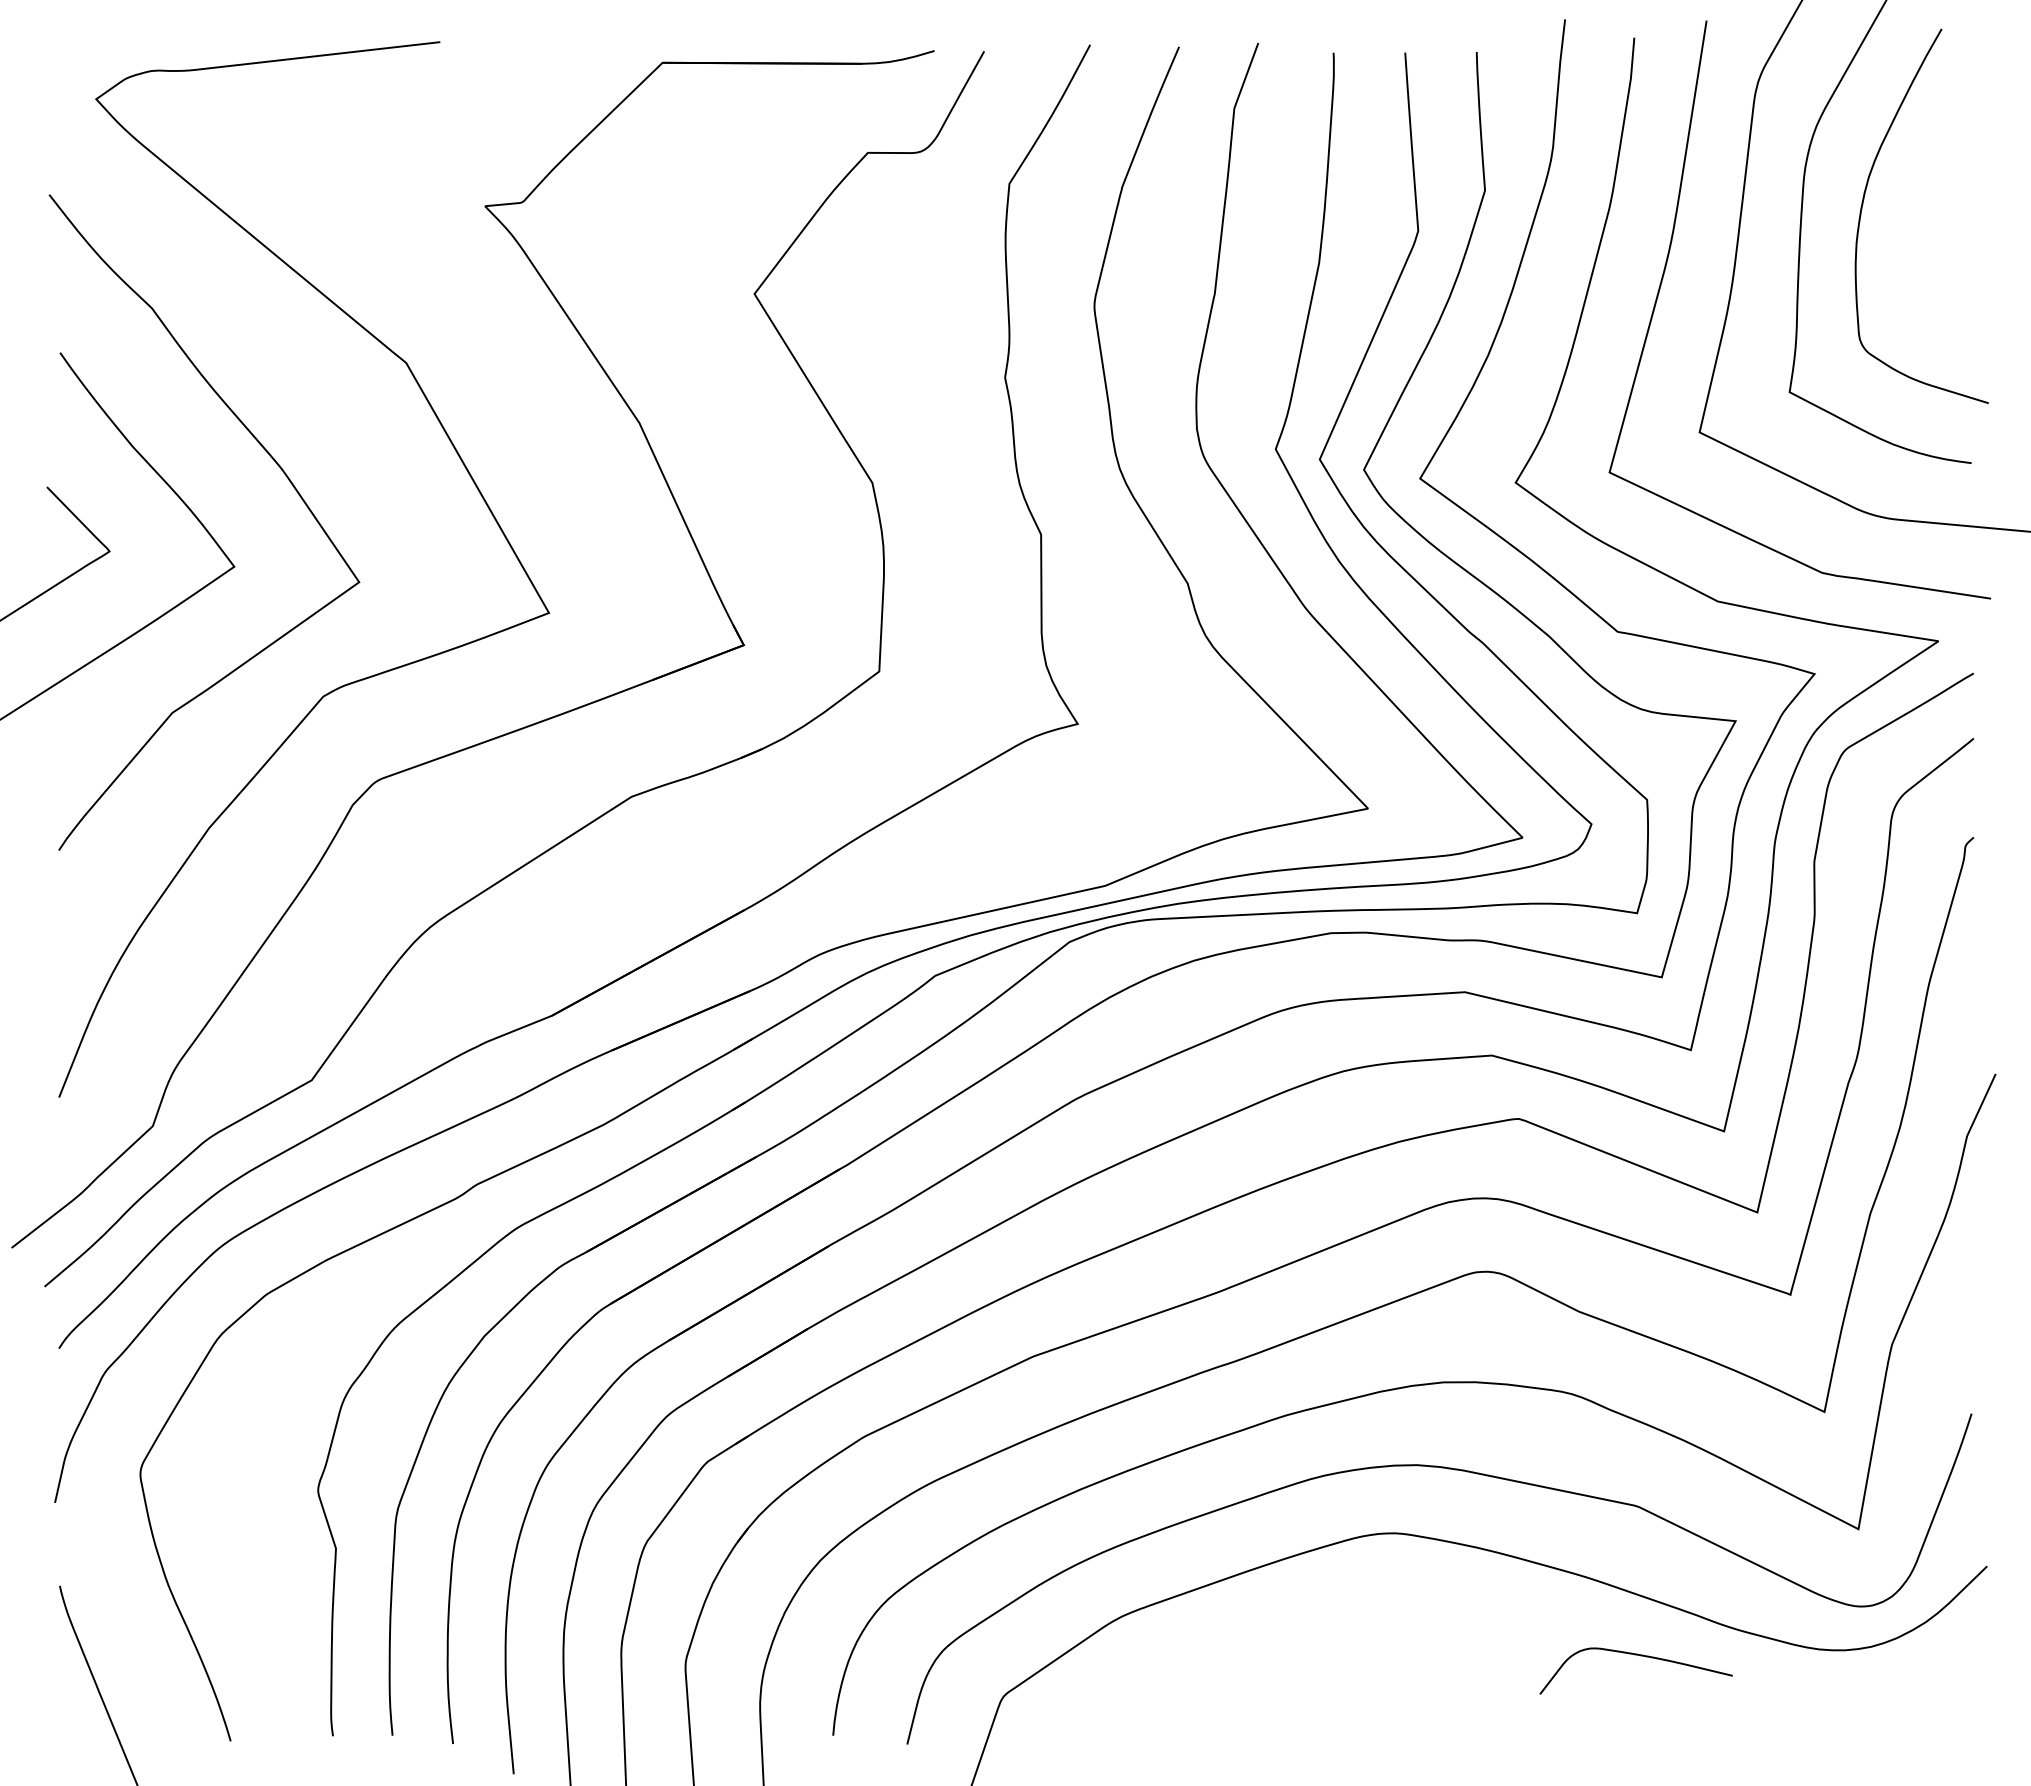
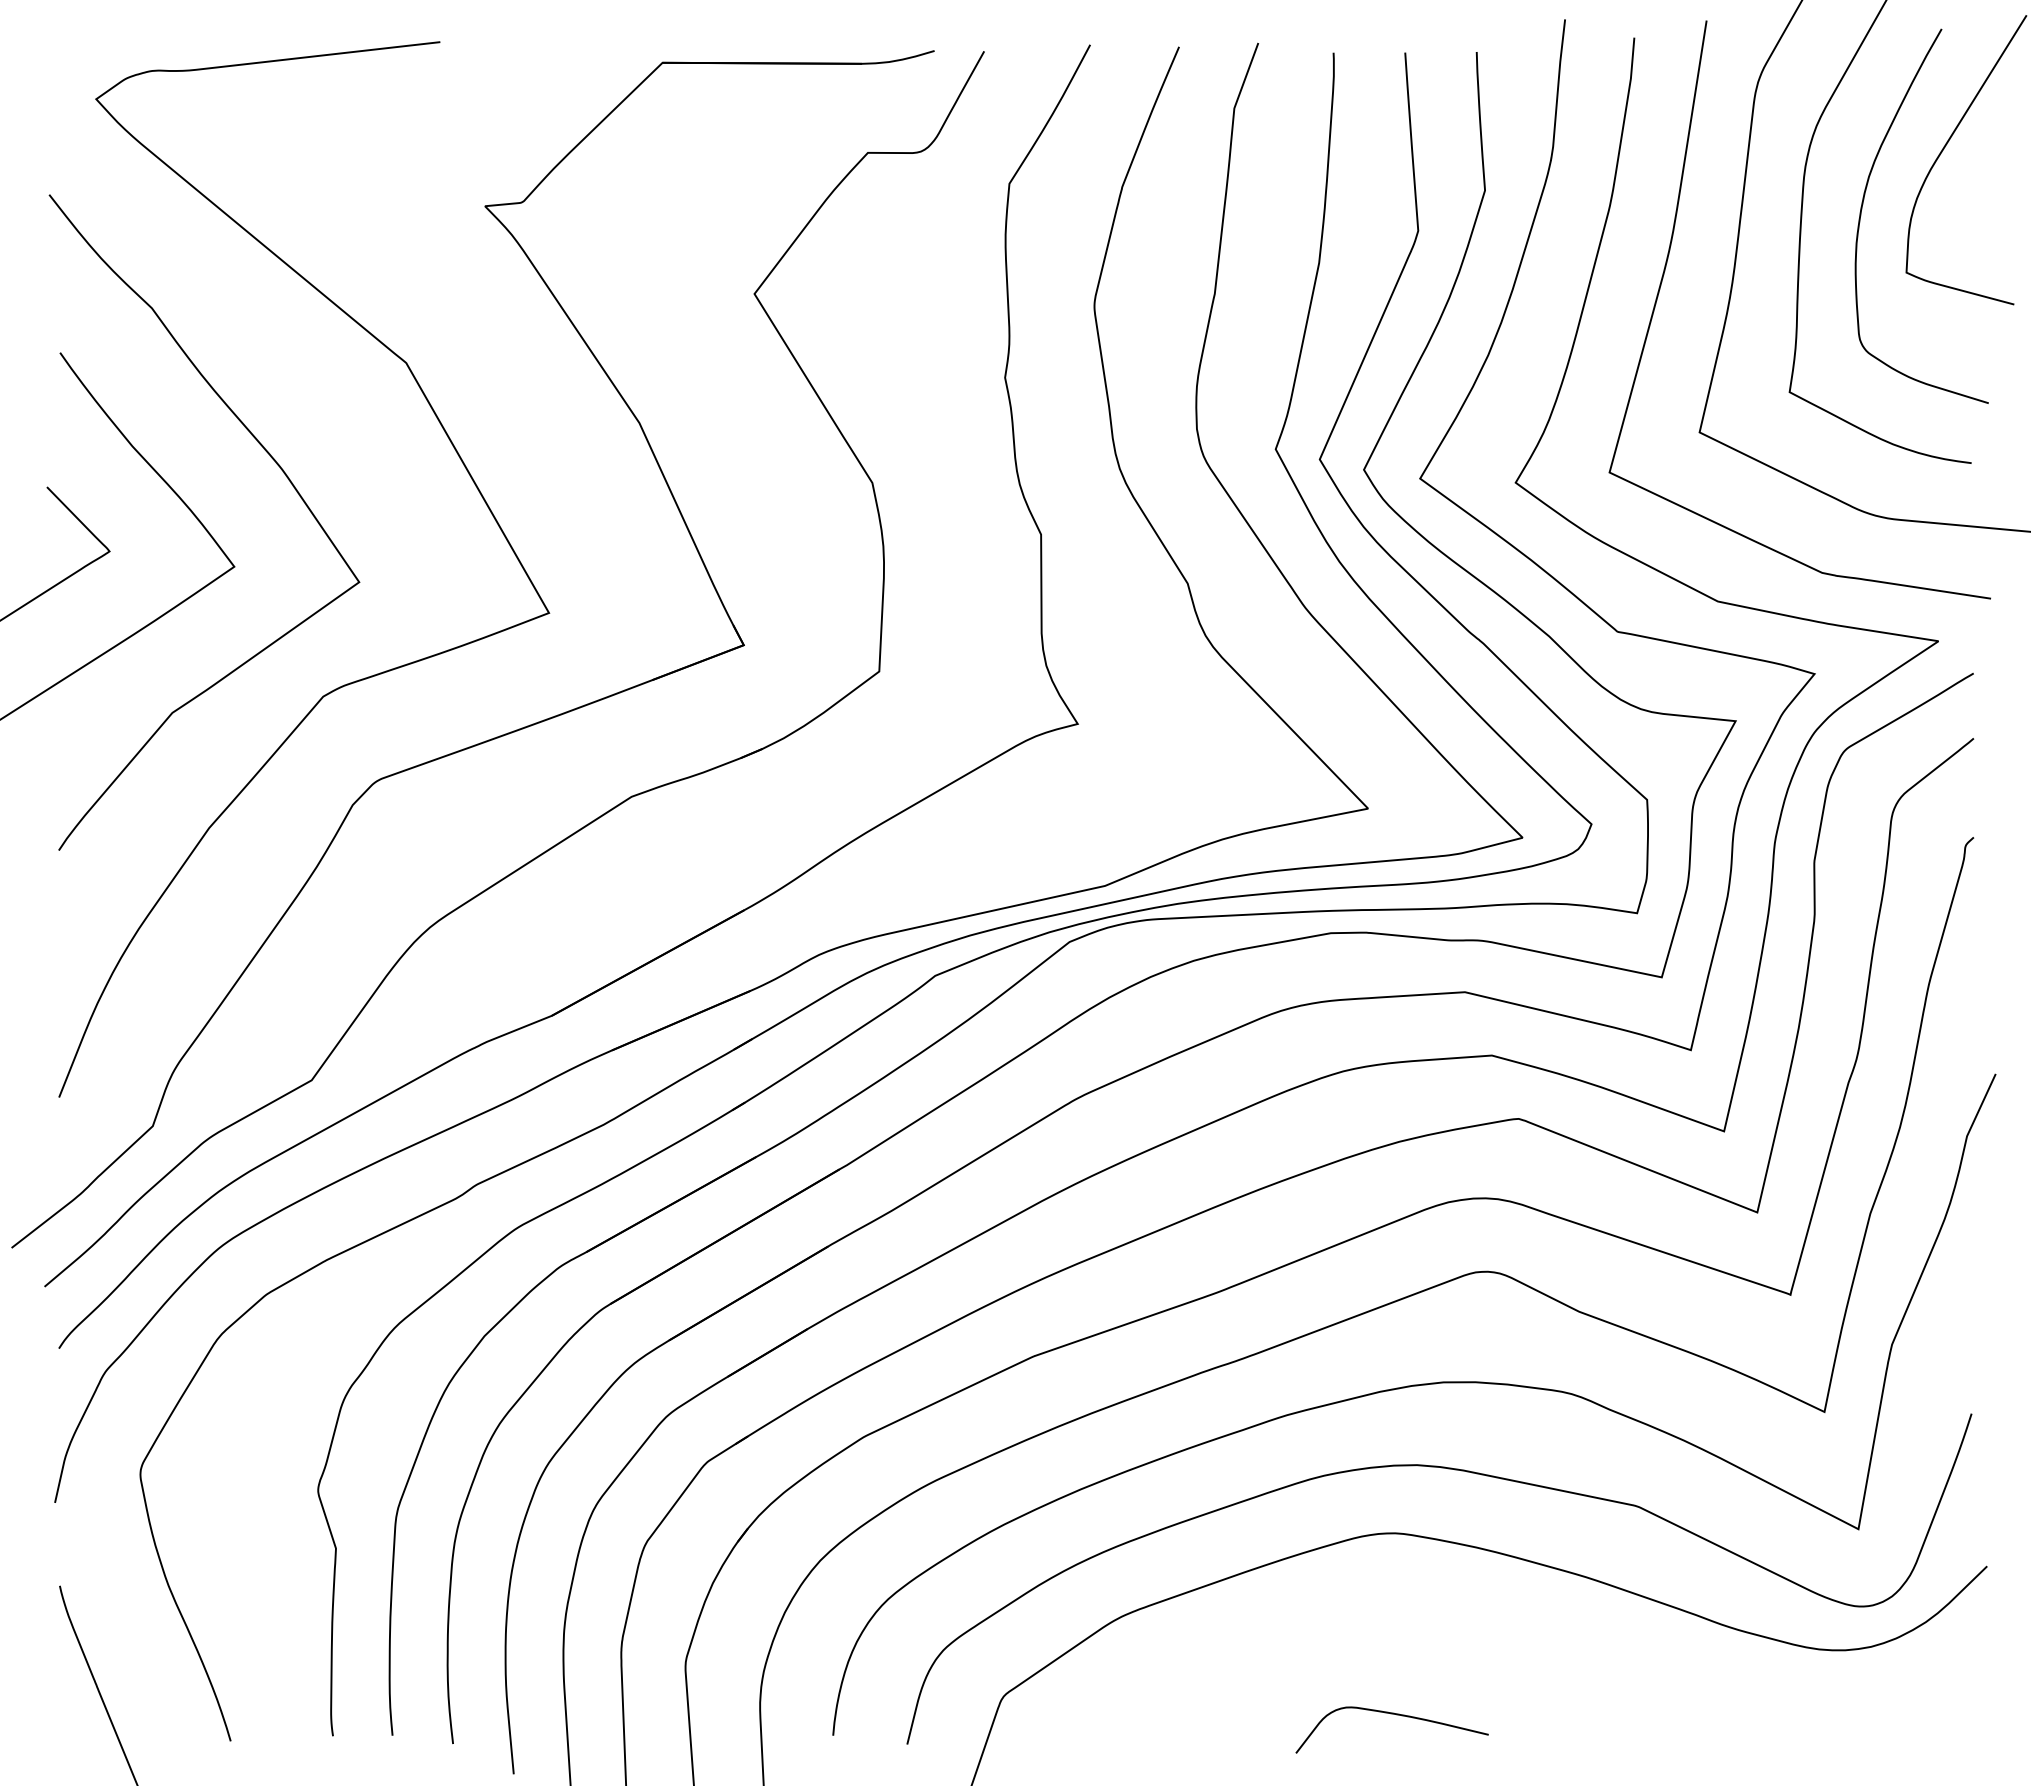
curve at (1944, 149): none -> present
curve at (1640, 1656) position: (1640, 1656) -> (1396, 1715)
